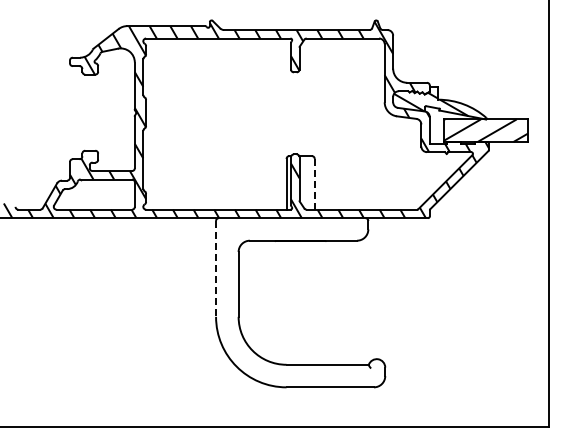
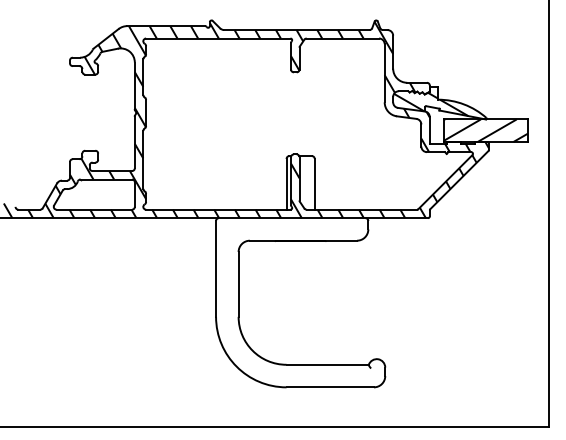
line at (314, 183): dashed -> solid
line at (216, 268): dashed -> solid
